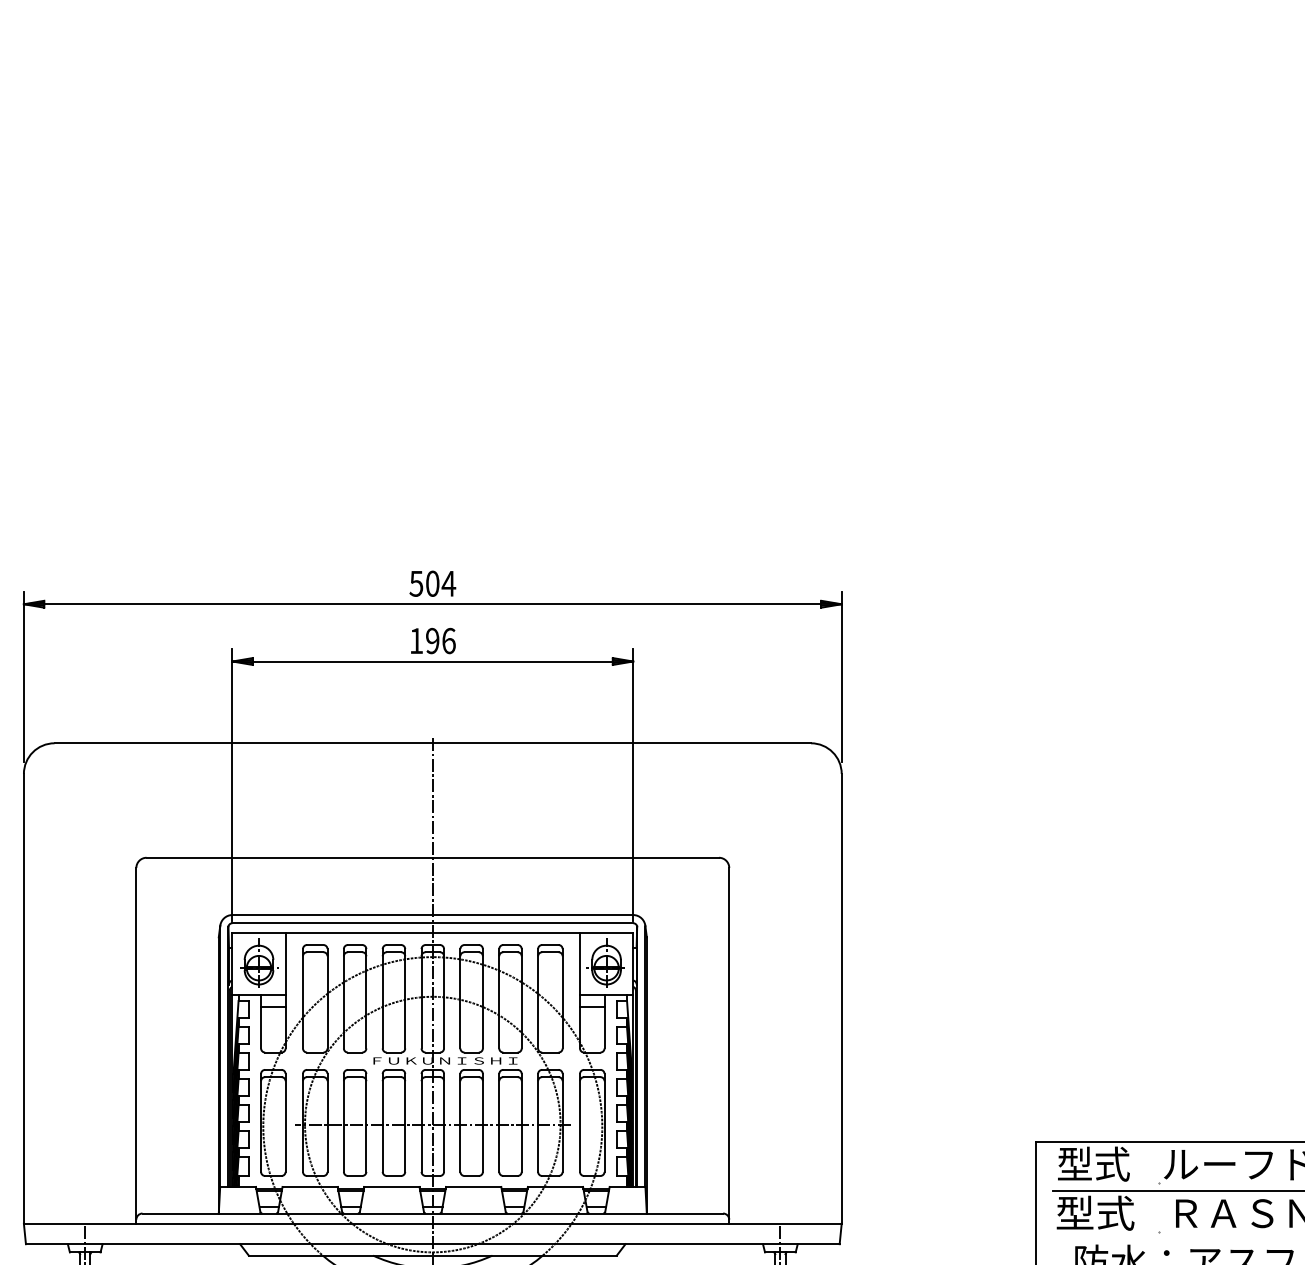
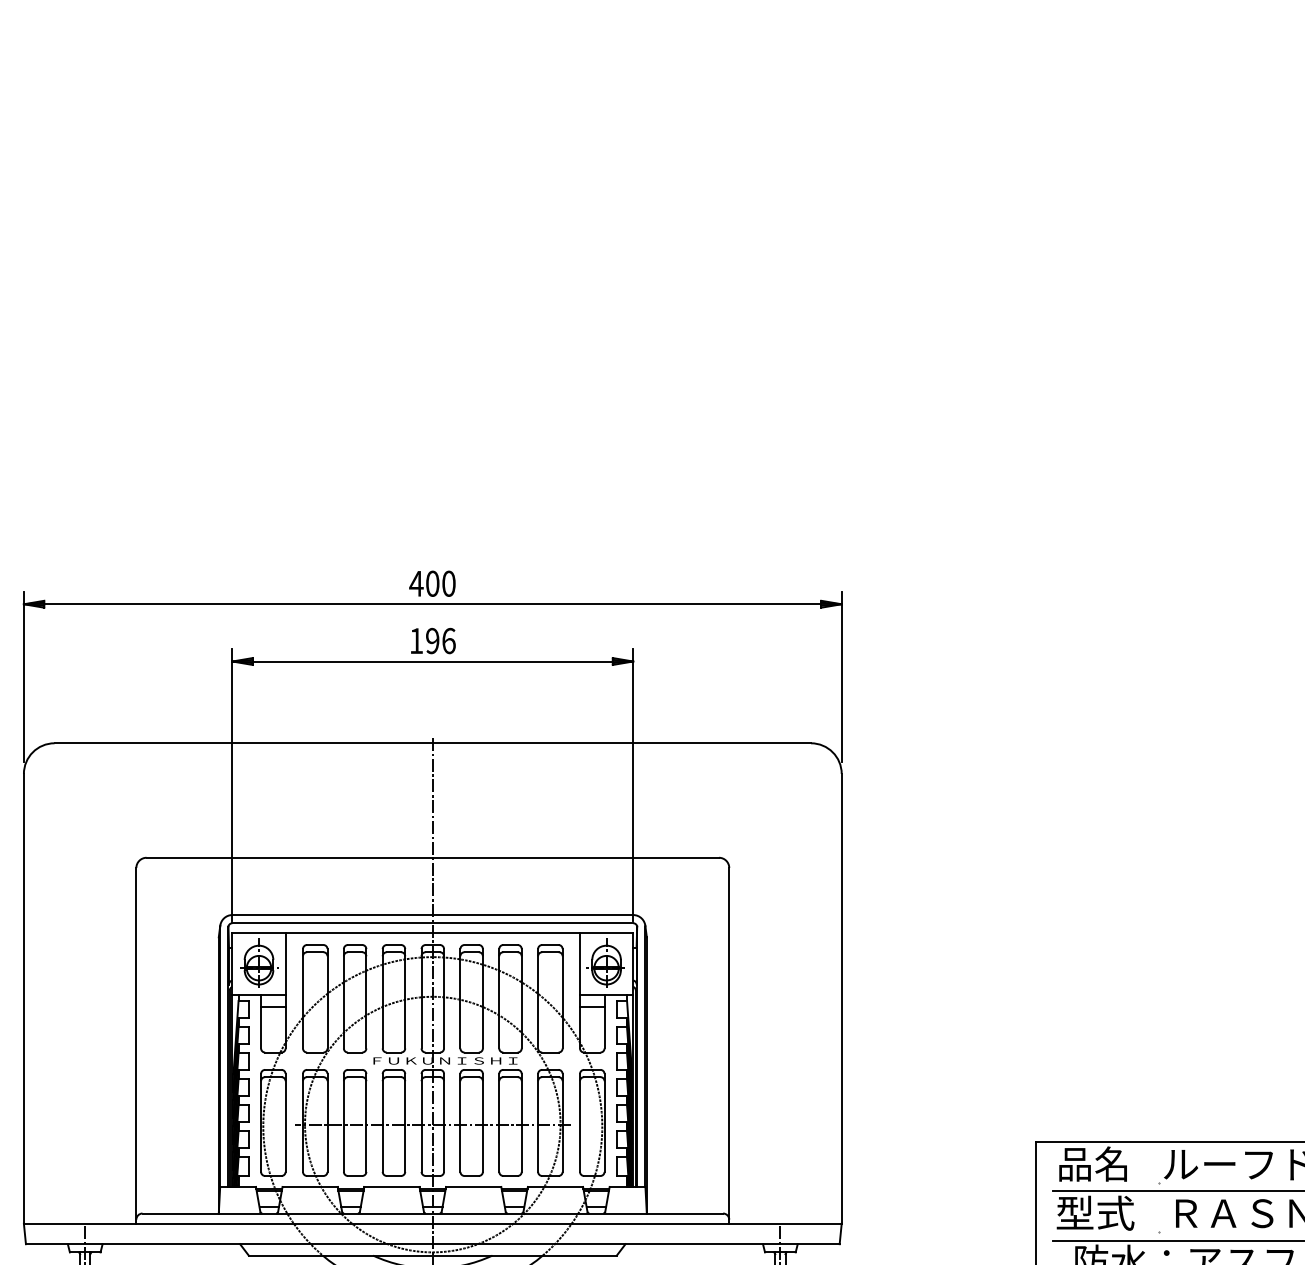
text at (432, 583): 504 -> 400
text at (1093, 1163): 型式 -> 品名
line at (1176, 1240): none -> present
